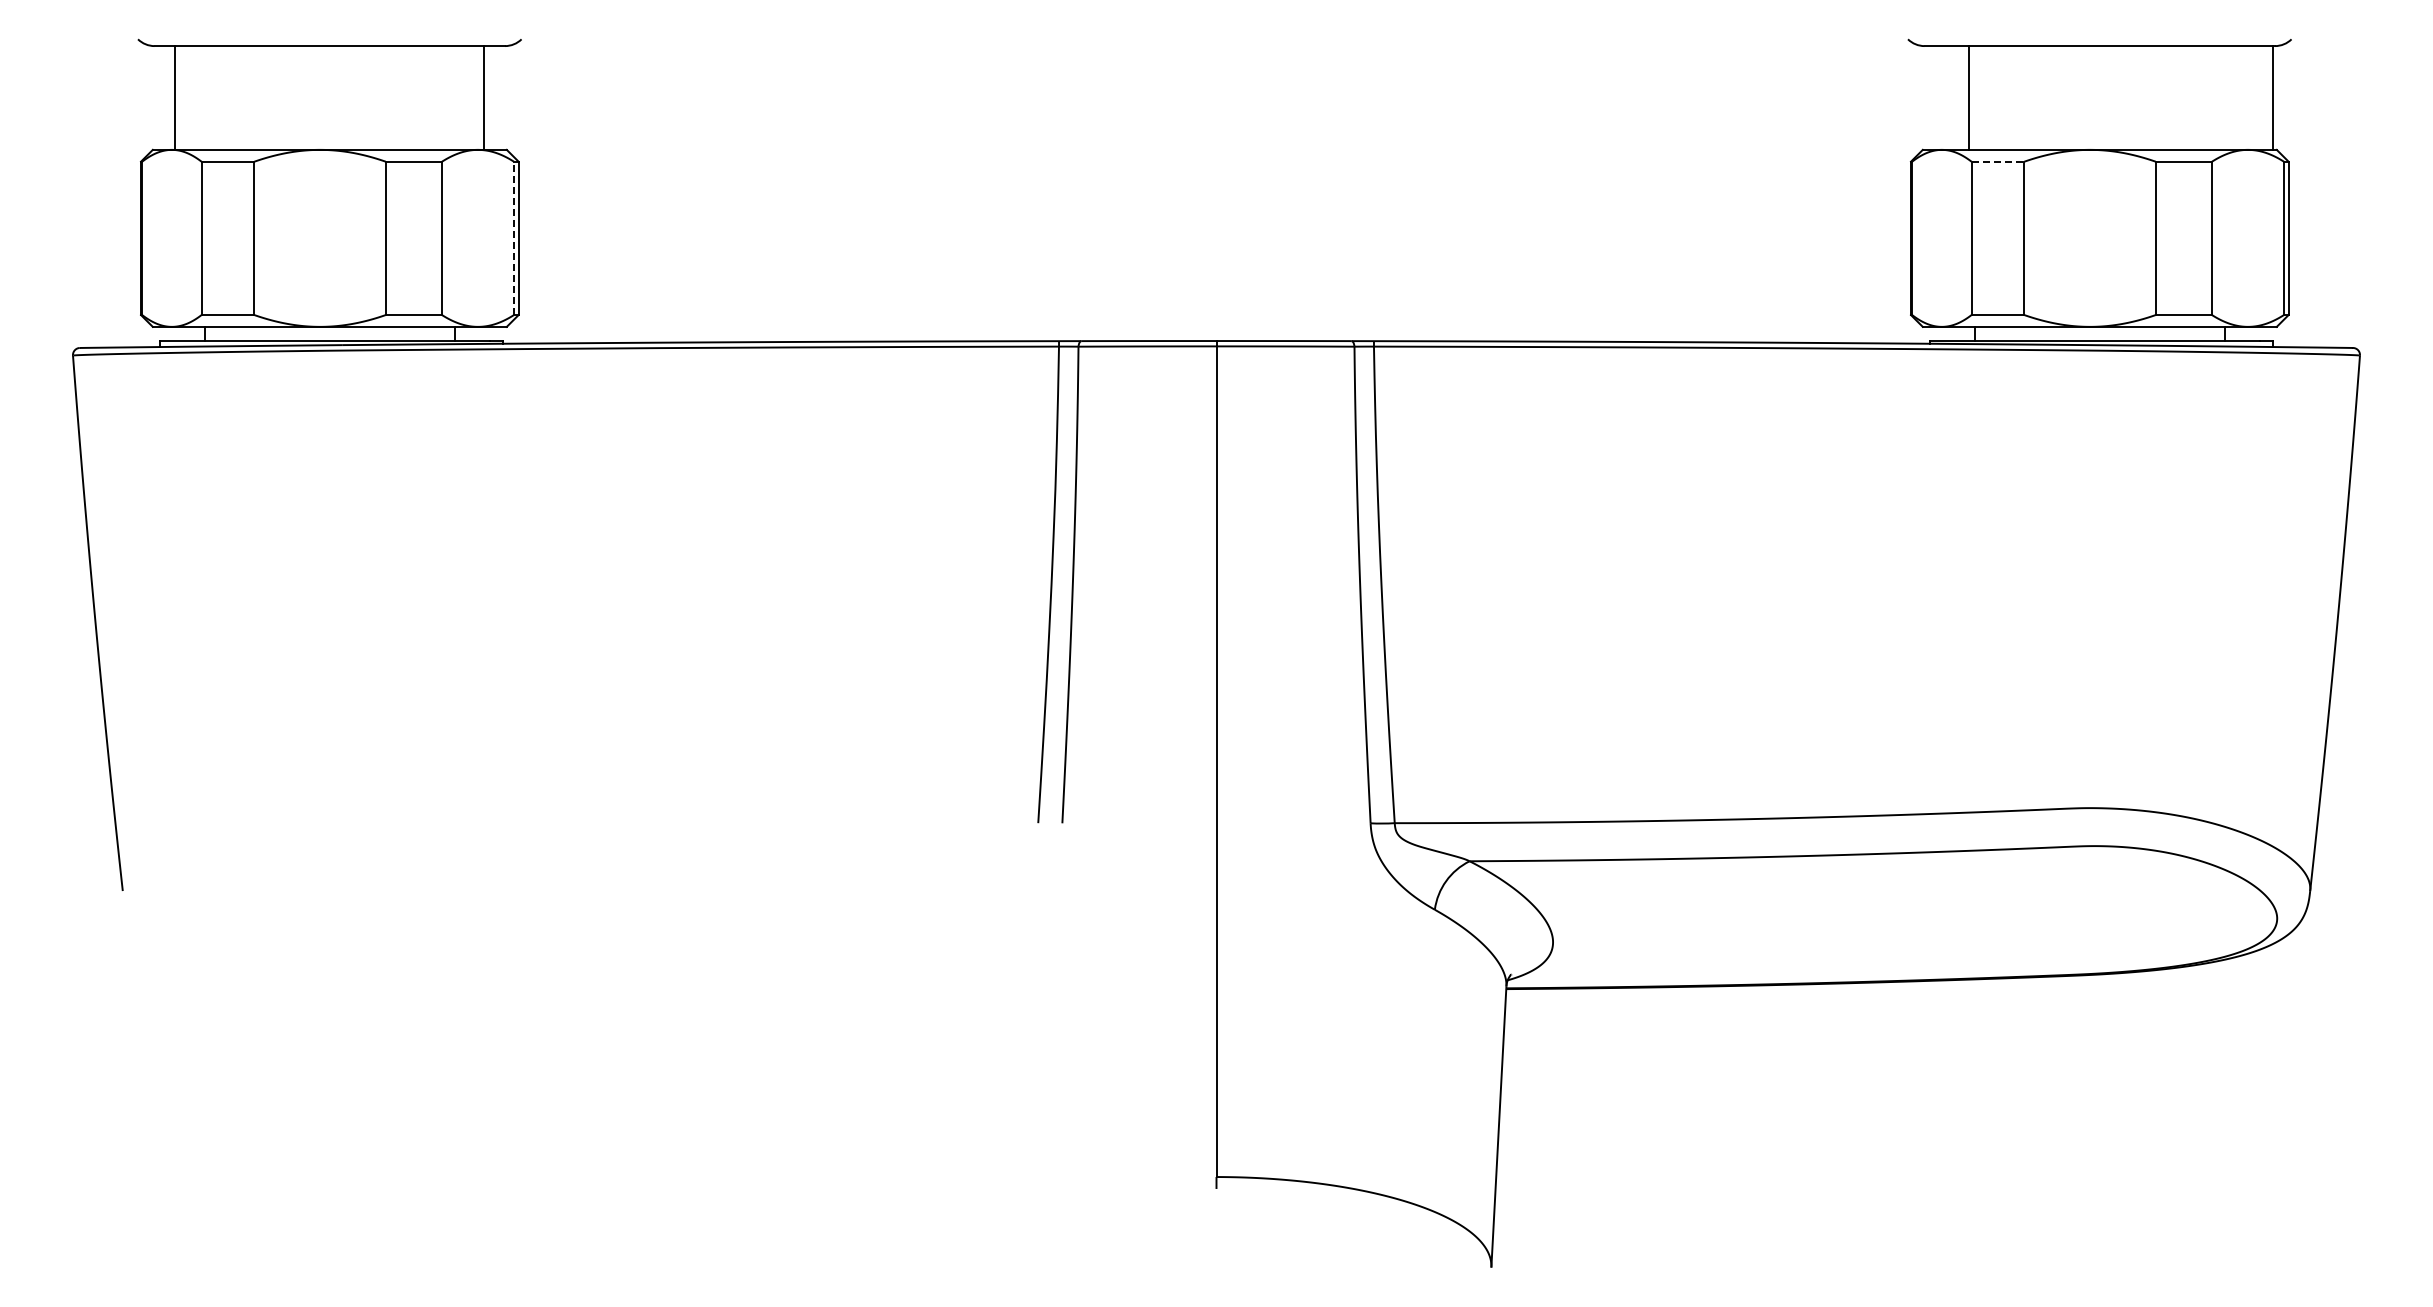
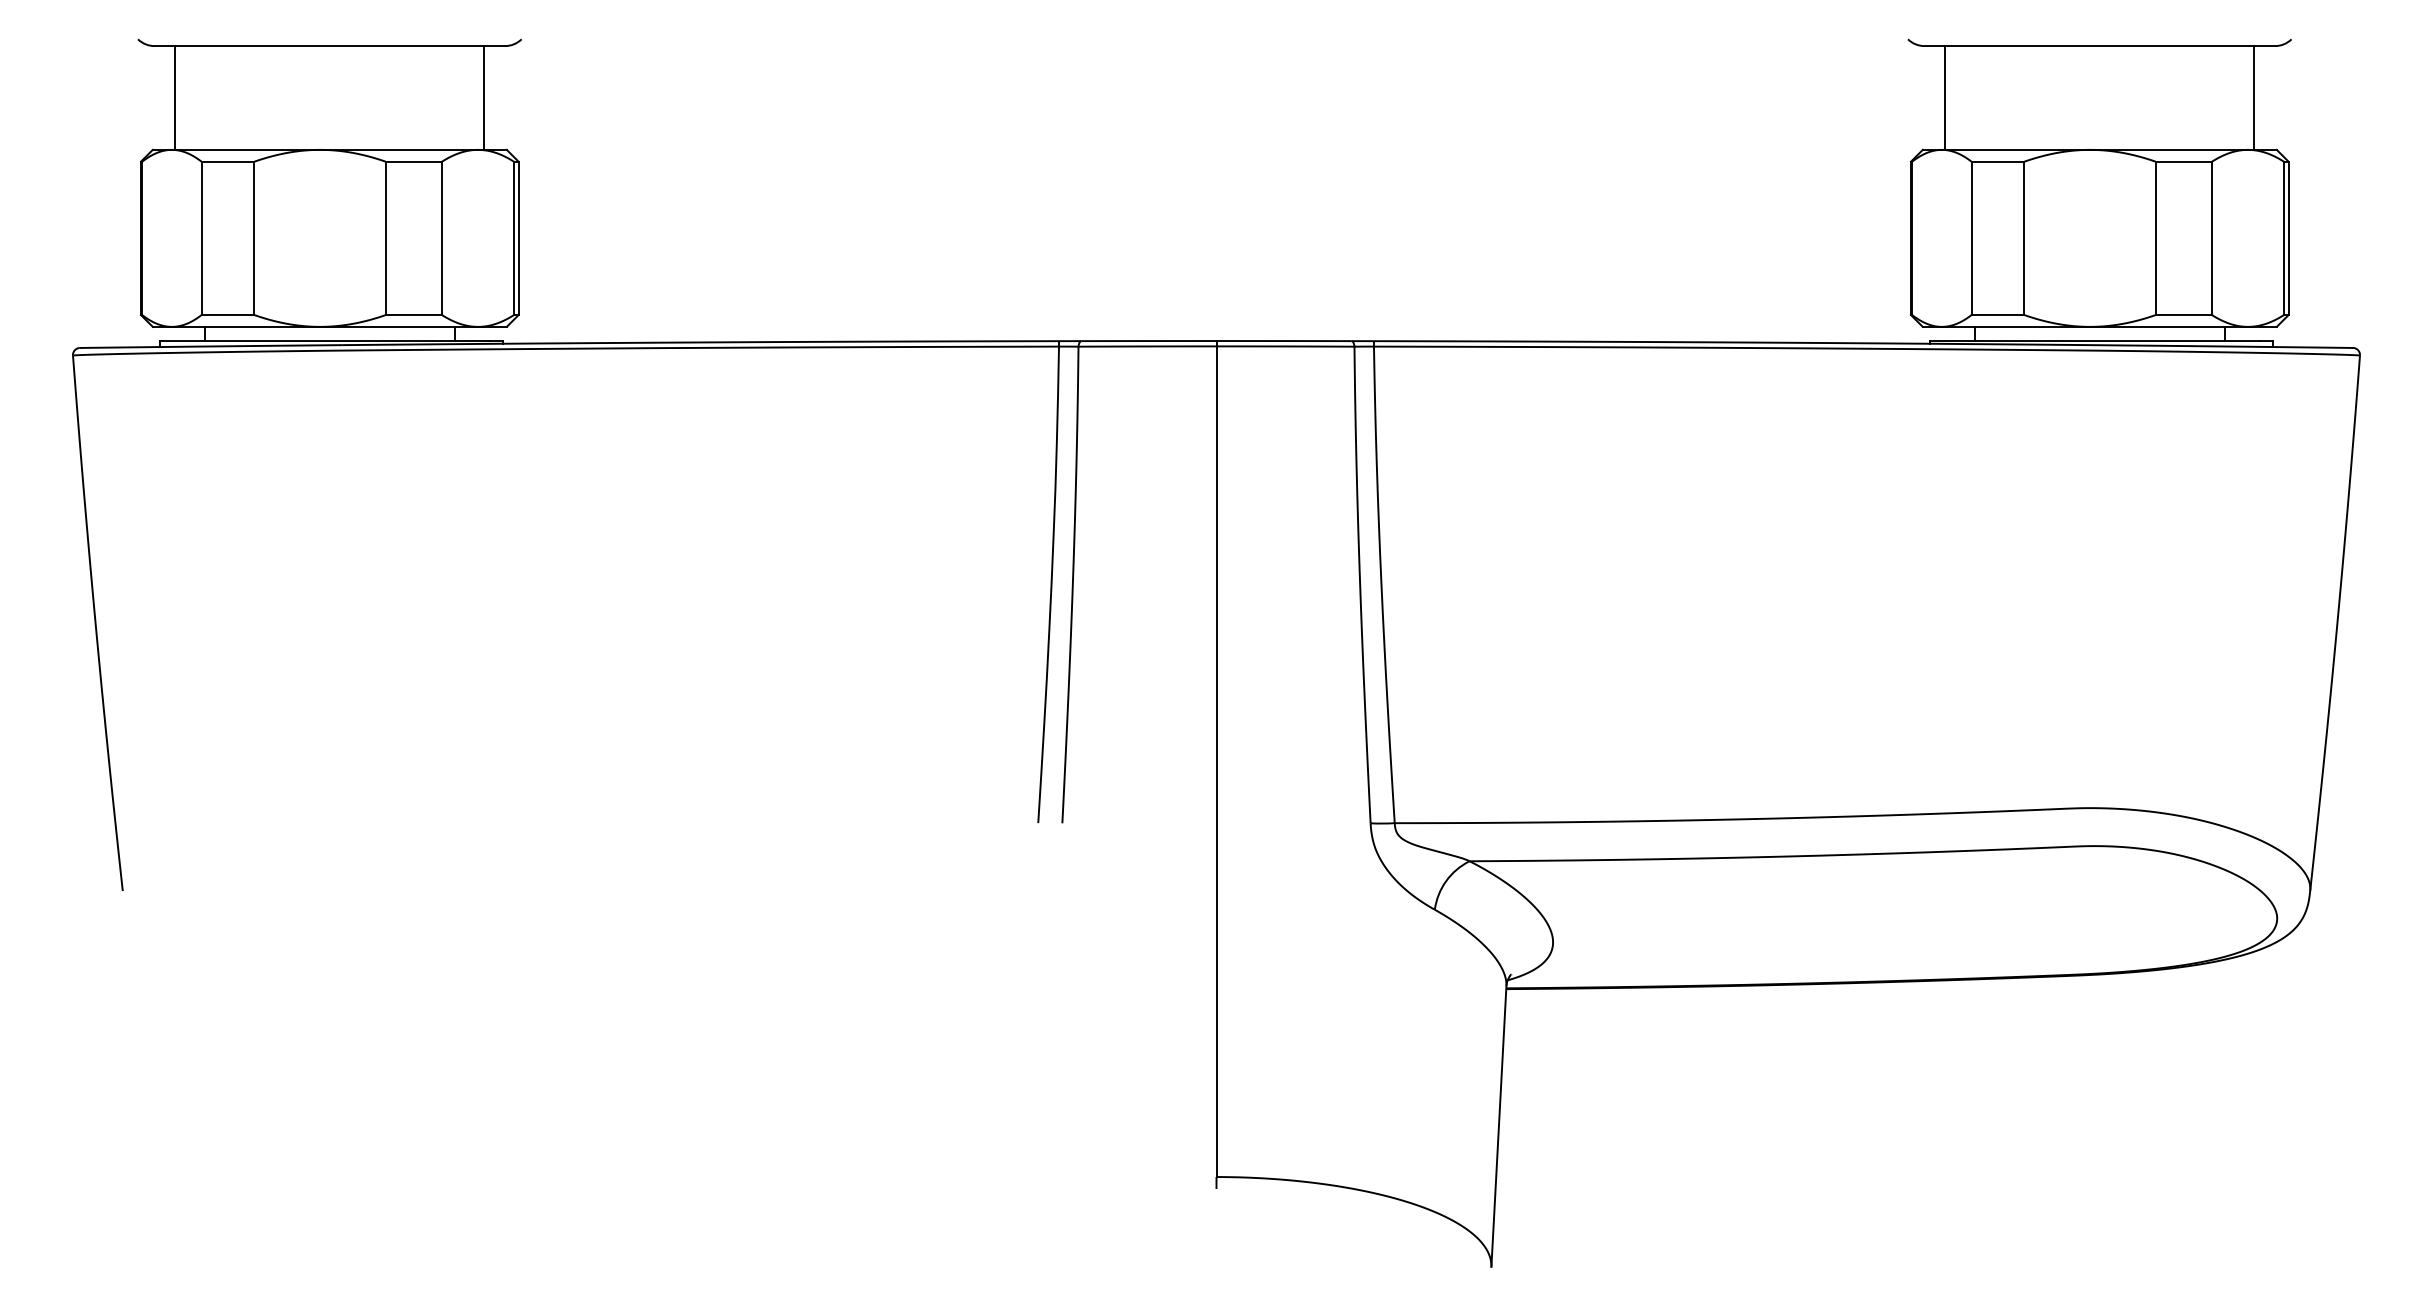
line at (1969, 97) position: (1969, 97) -> (1945, 97)
line at (2273, 97) position: (2273, 97) -> (2254, 97)
line at (1998, 161): dashed -> solid
line at (513, 238): dashed -> solid
